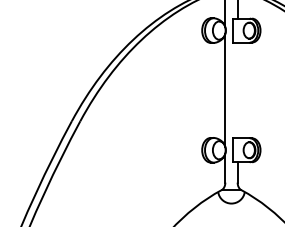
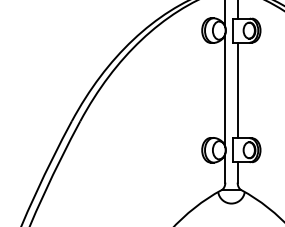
line at (237, 90): none -> present
